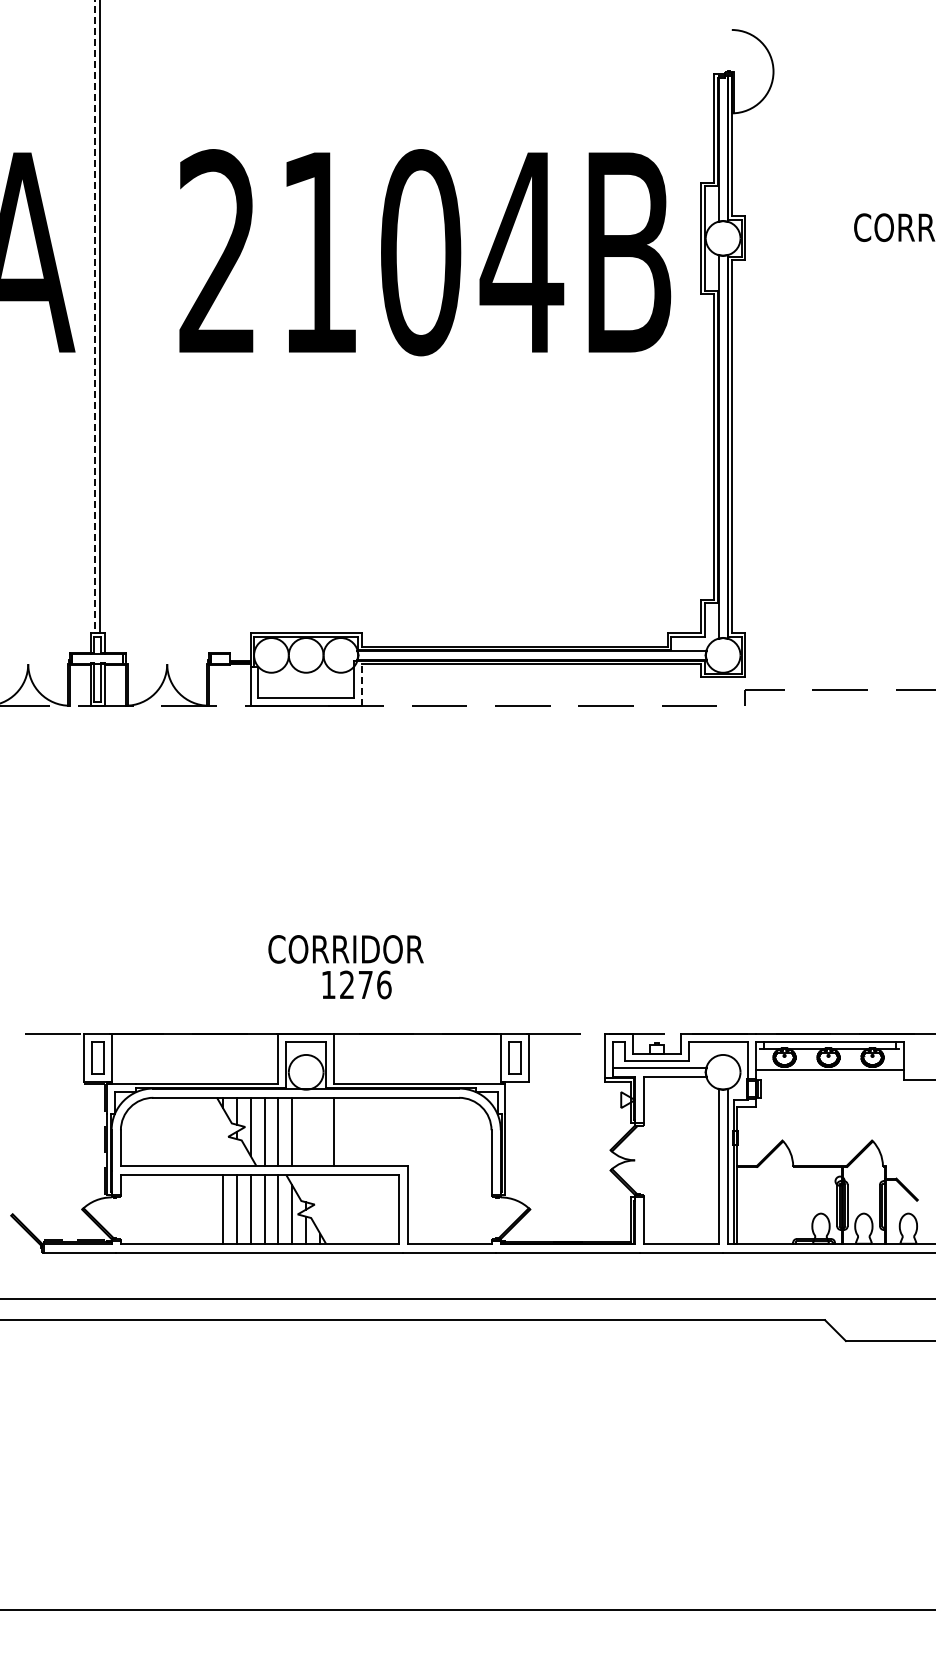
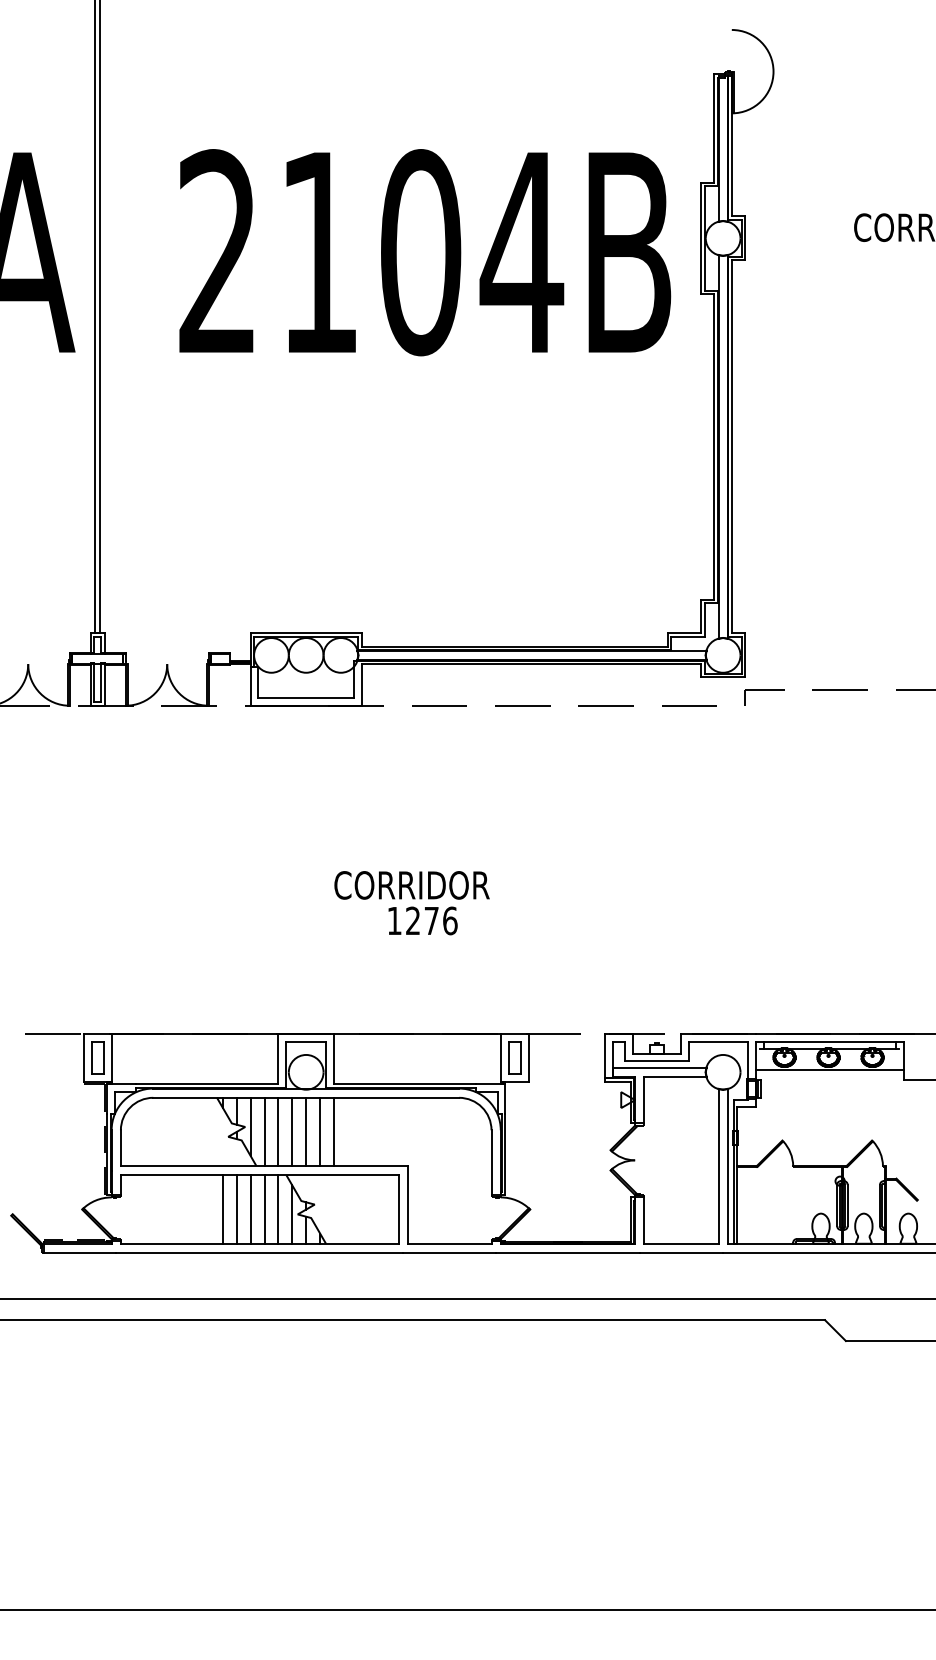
line at (95, 316): dashed -> solid
line at (361, 684): dashed -> solid
text at (345, 967) position: (345, 967) -> (411, 903)
line at (306, 1131): none -> present
line at (320, 1131): none -> present
